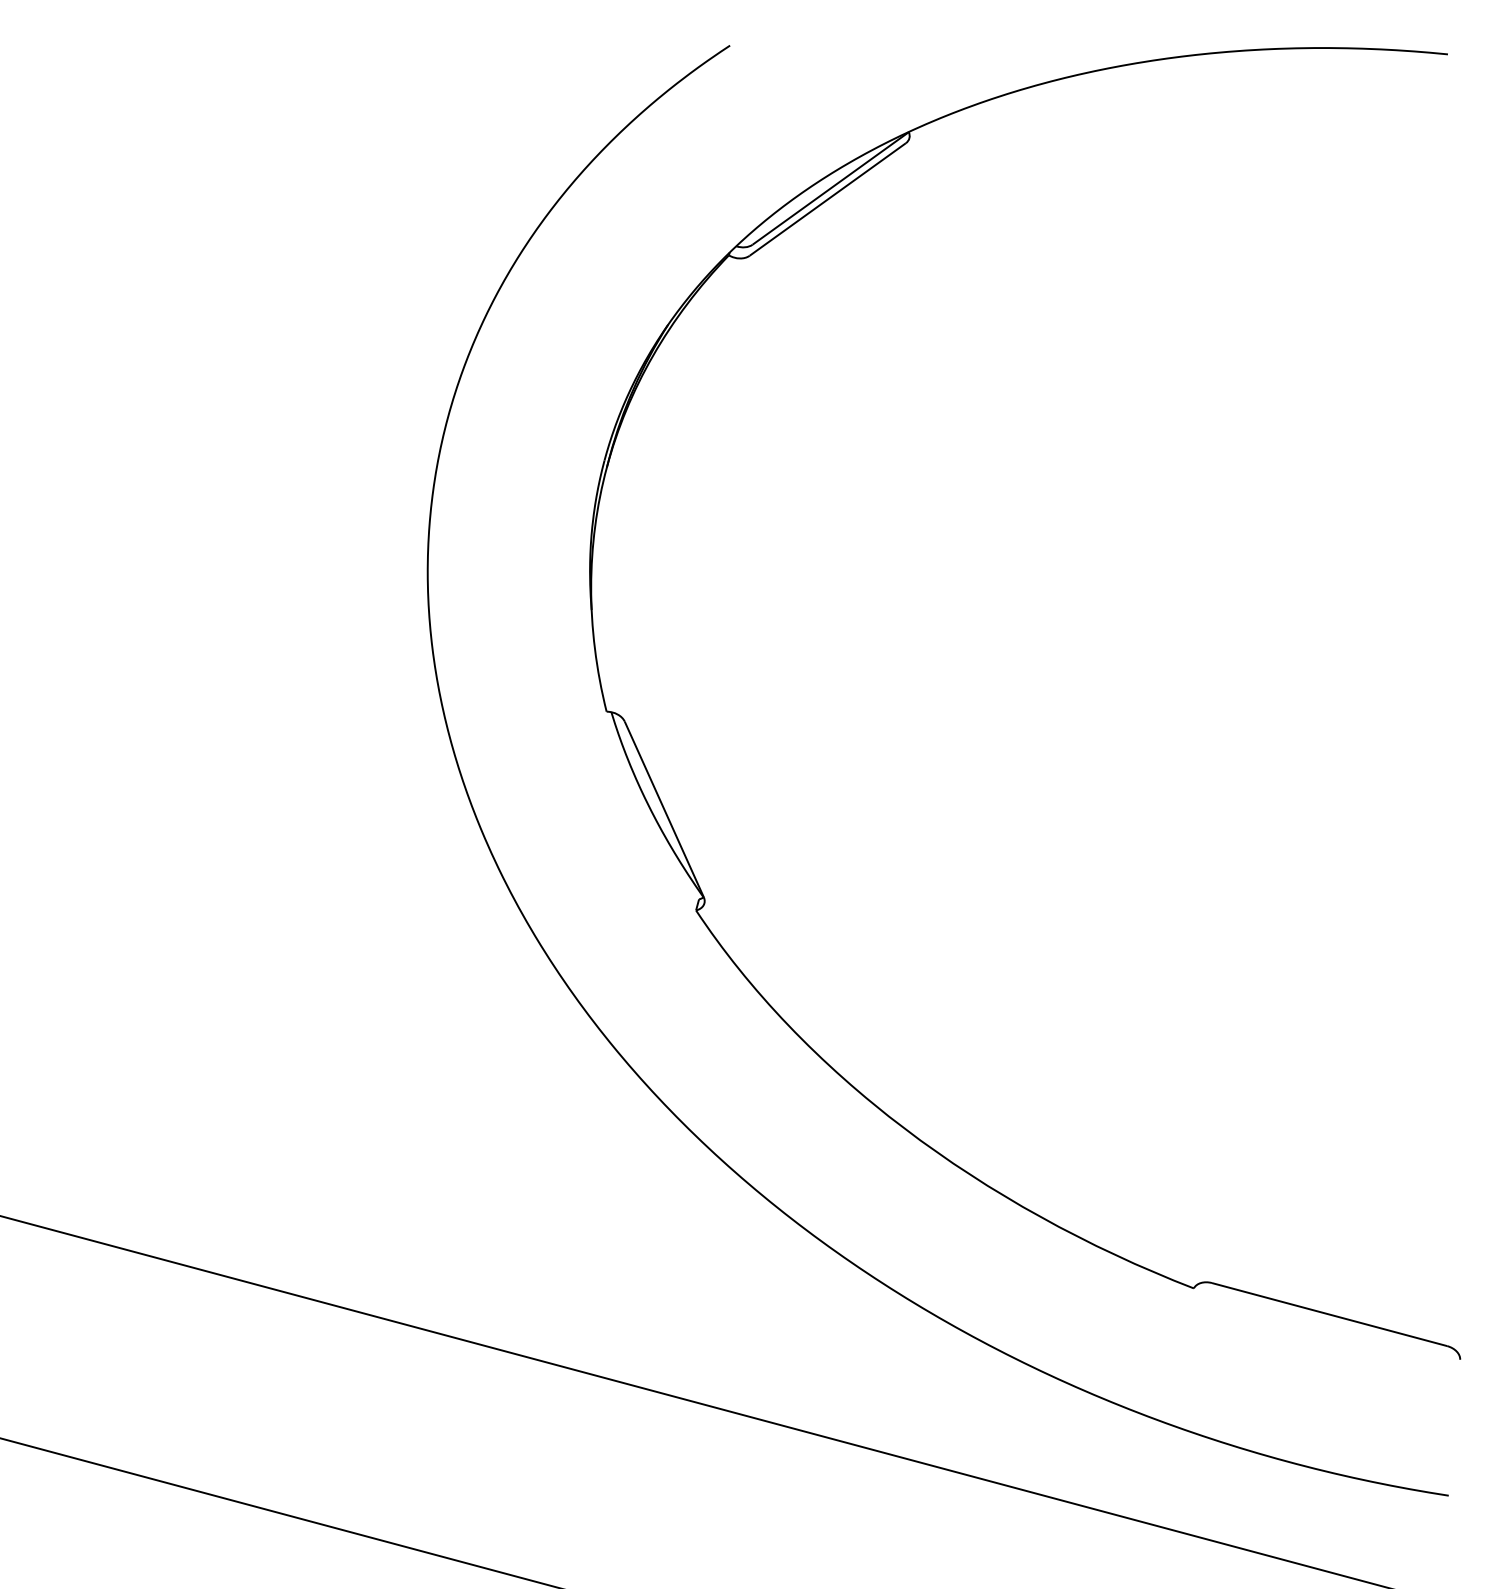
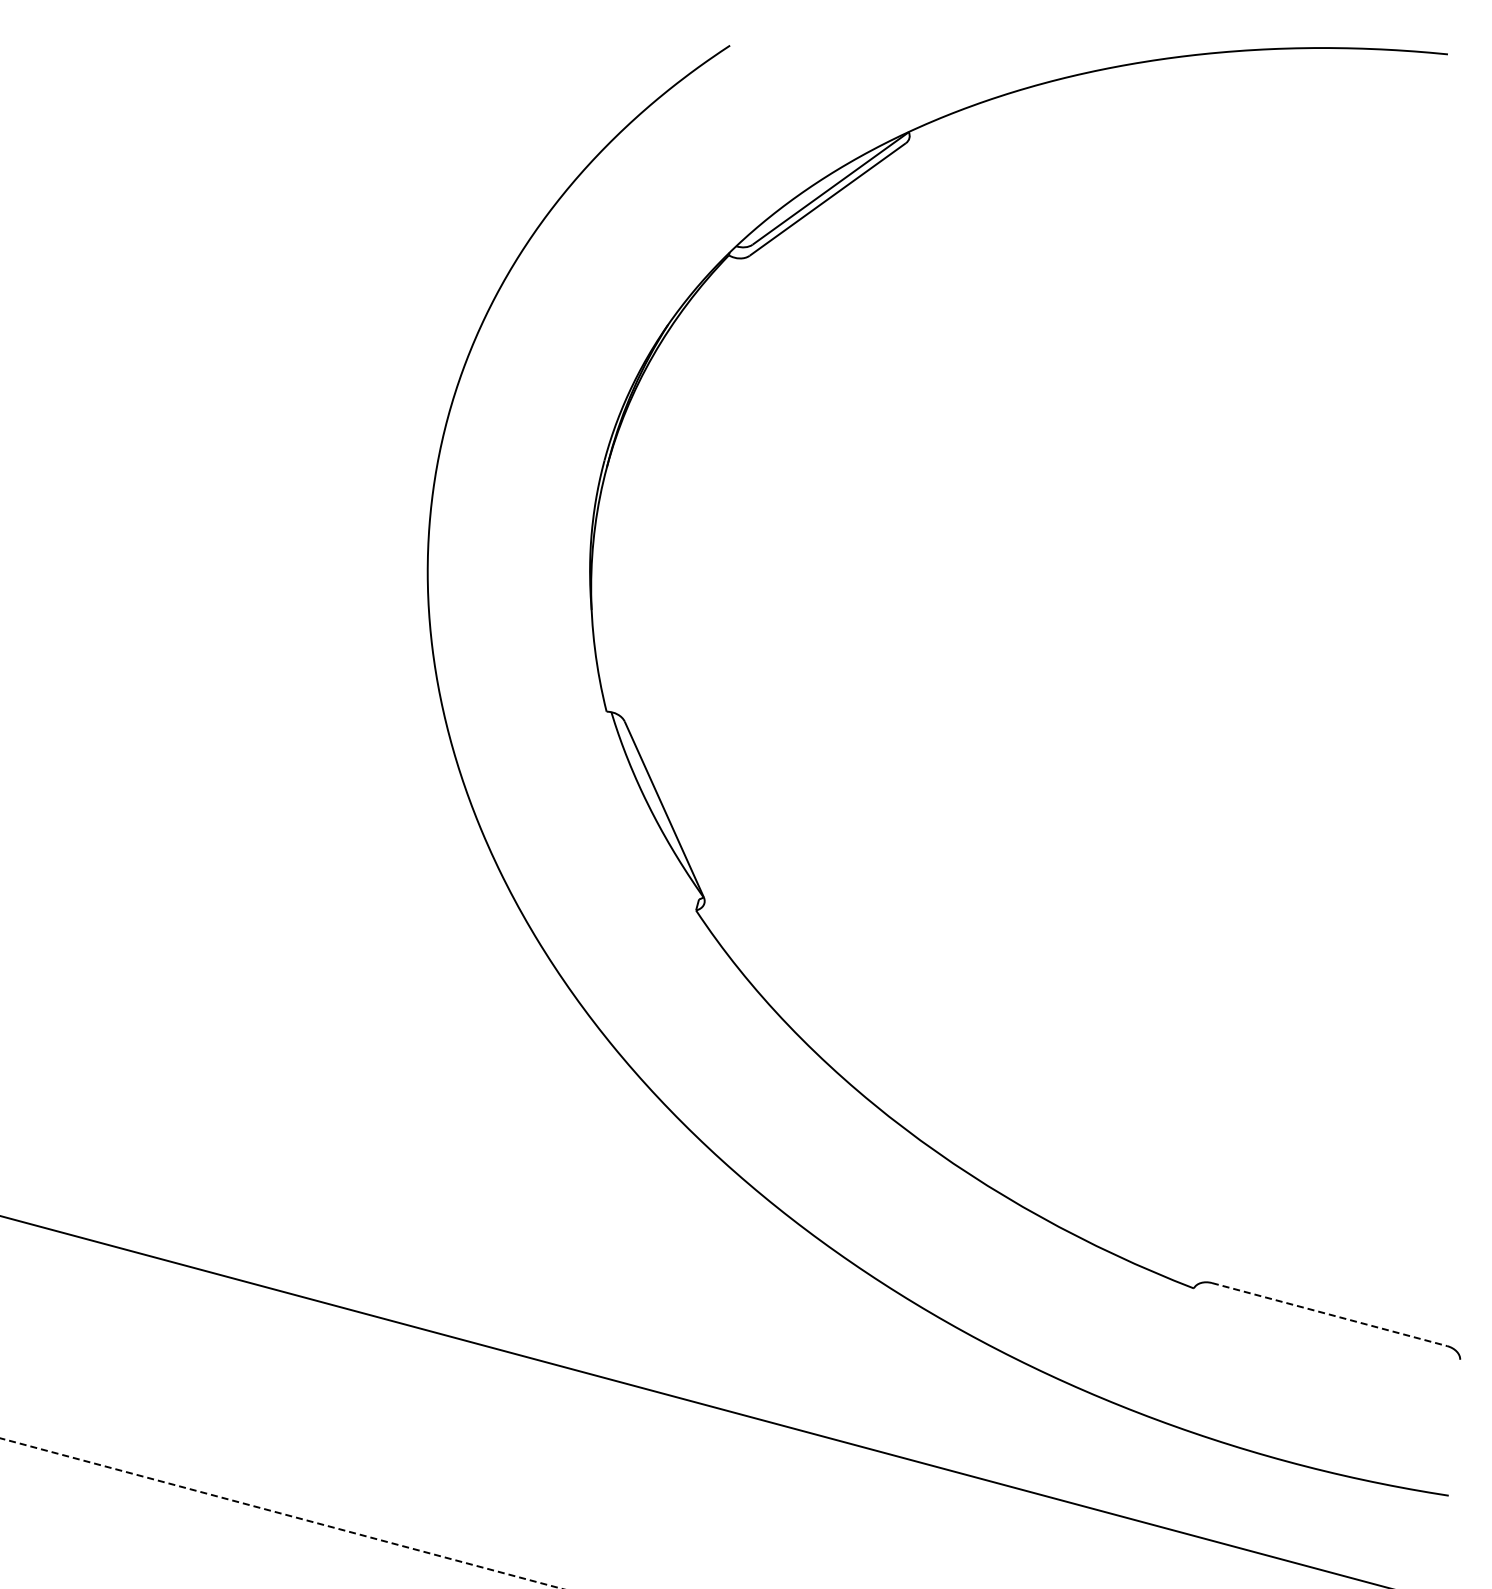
line at (1329, 1314): solid -> dashed
line at (280, 1513): solid -> dashed
